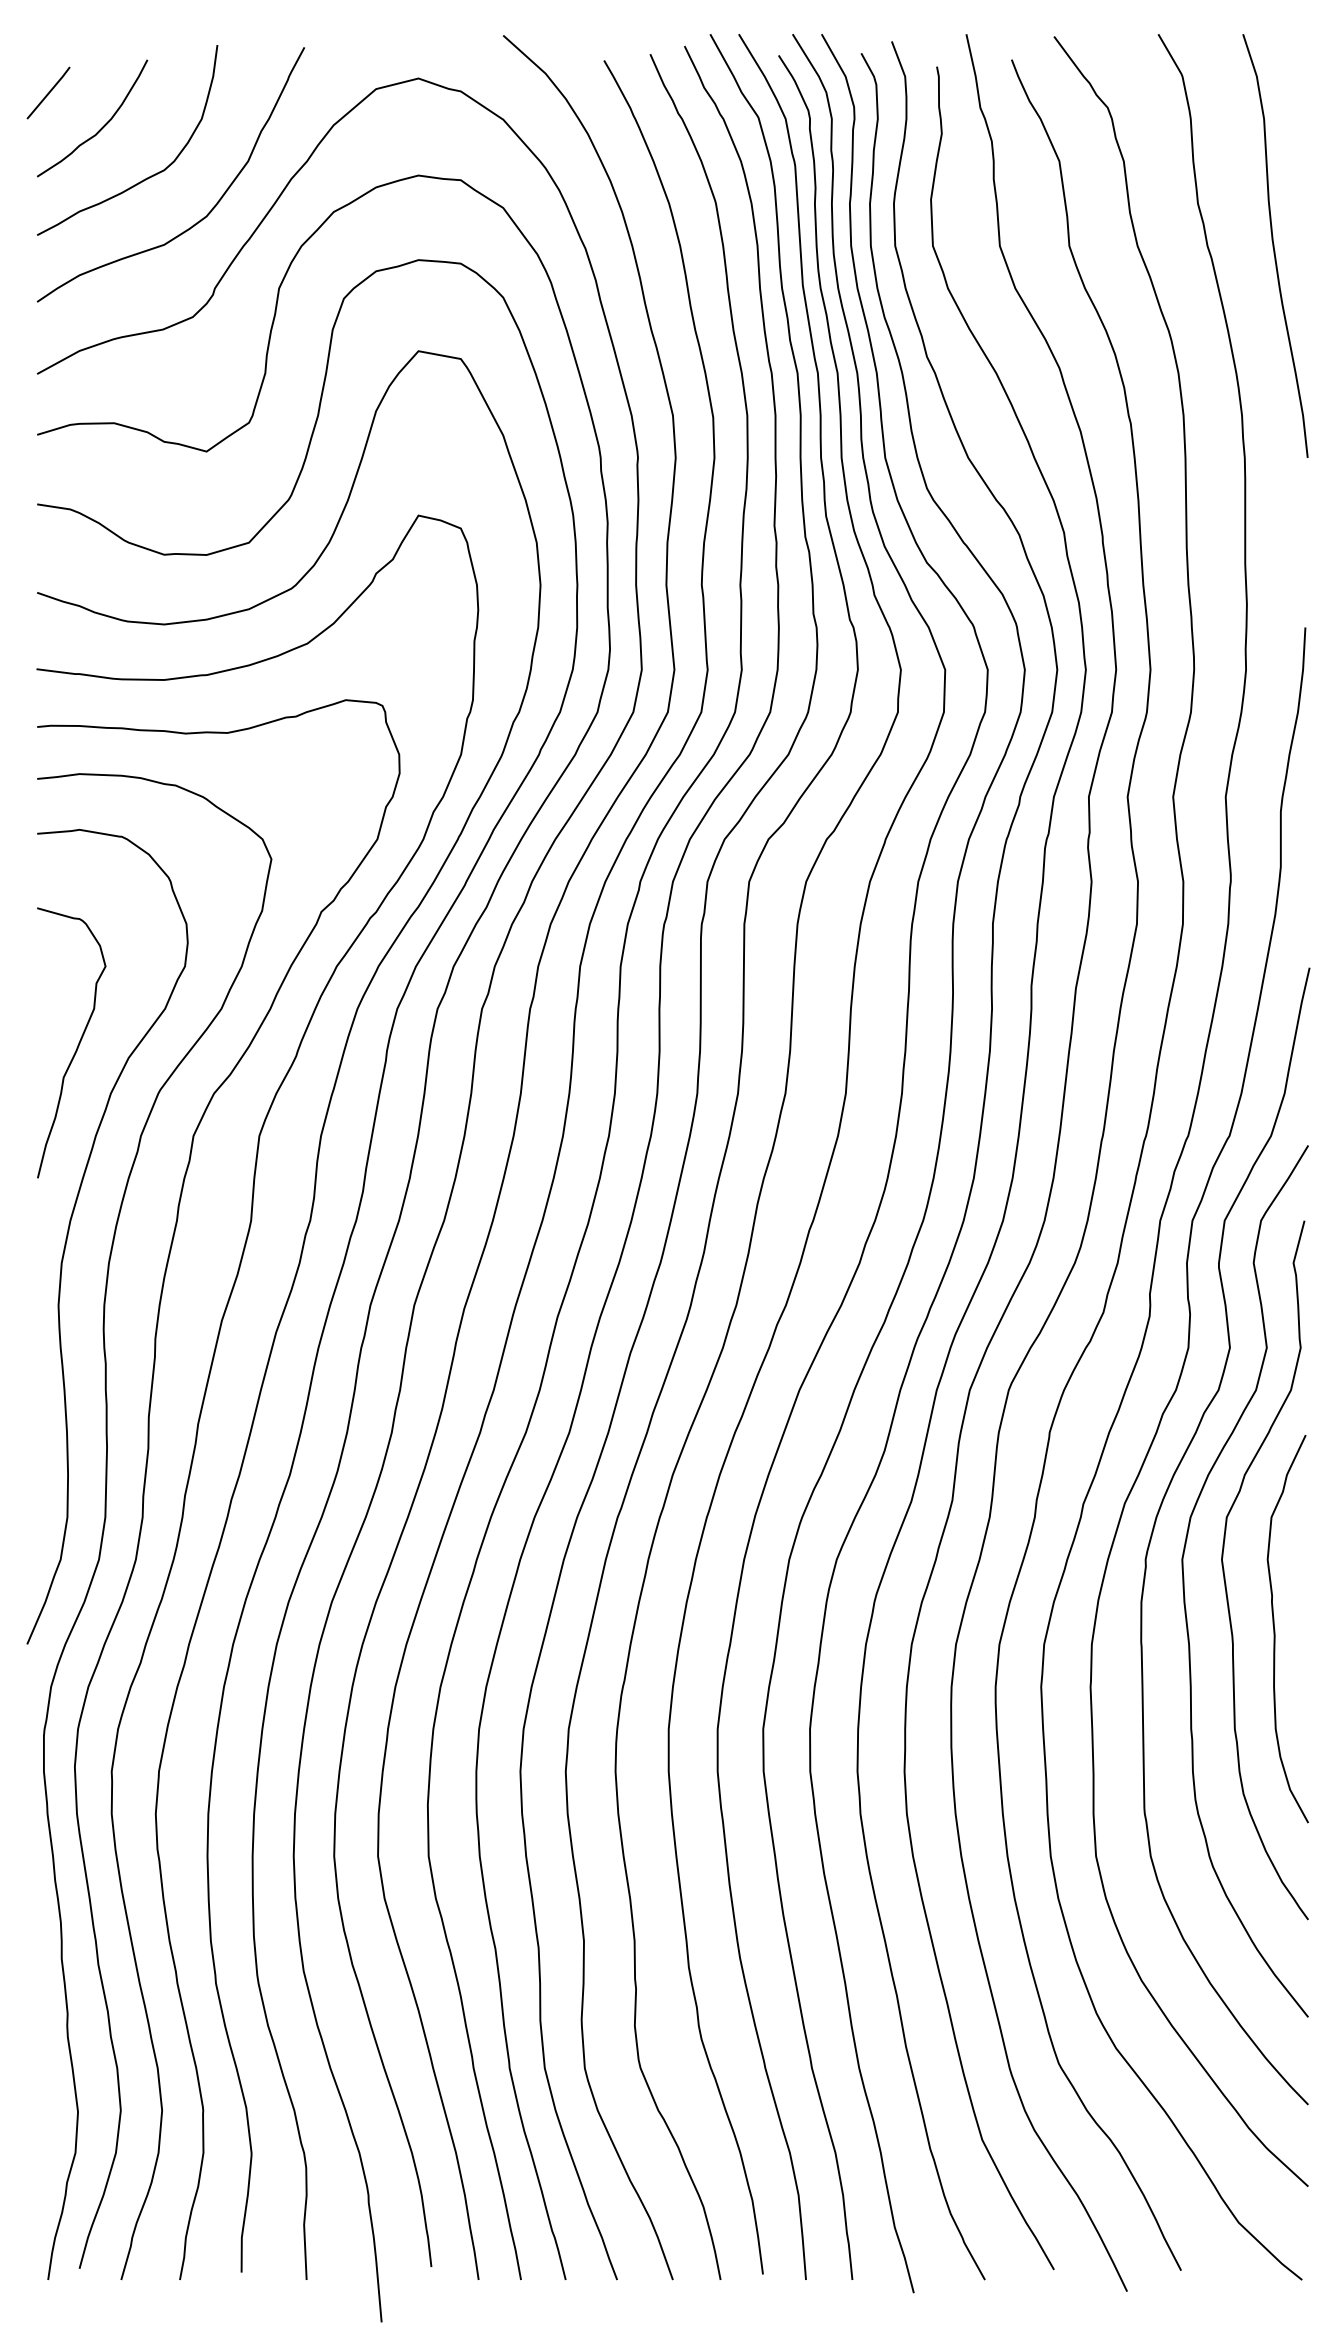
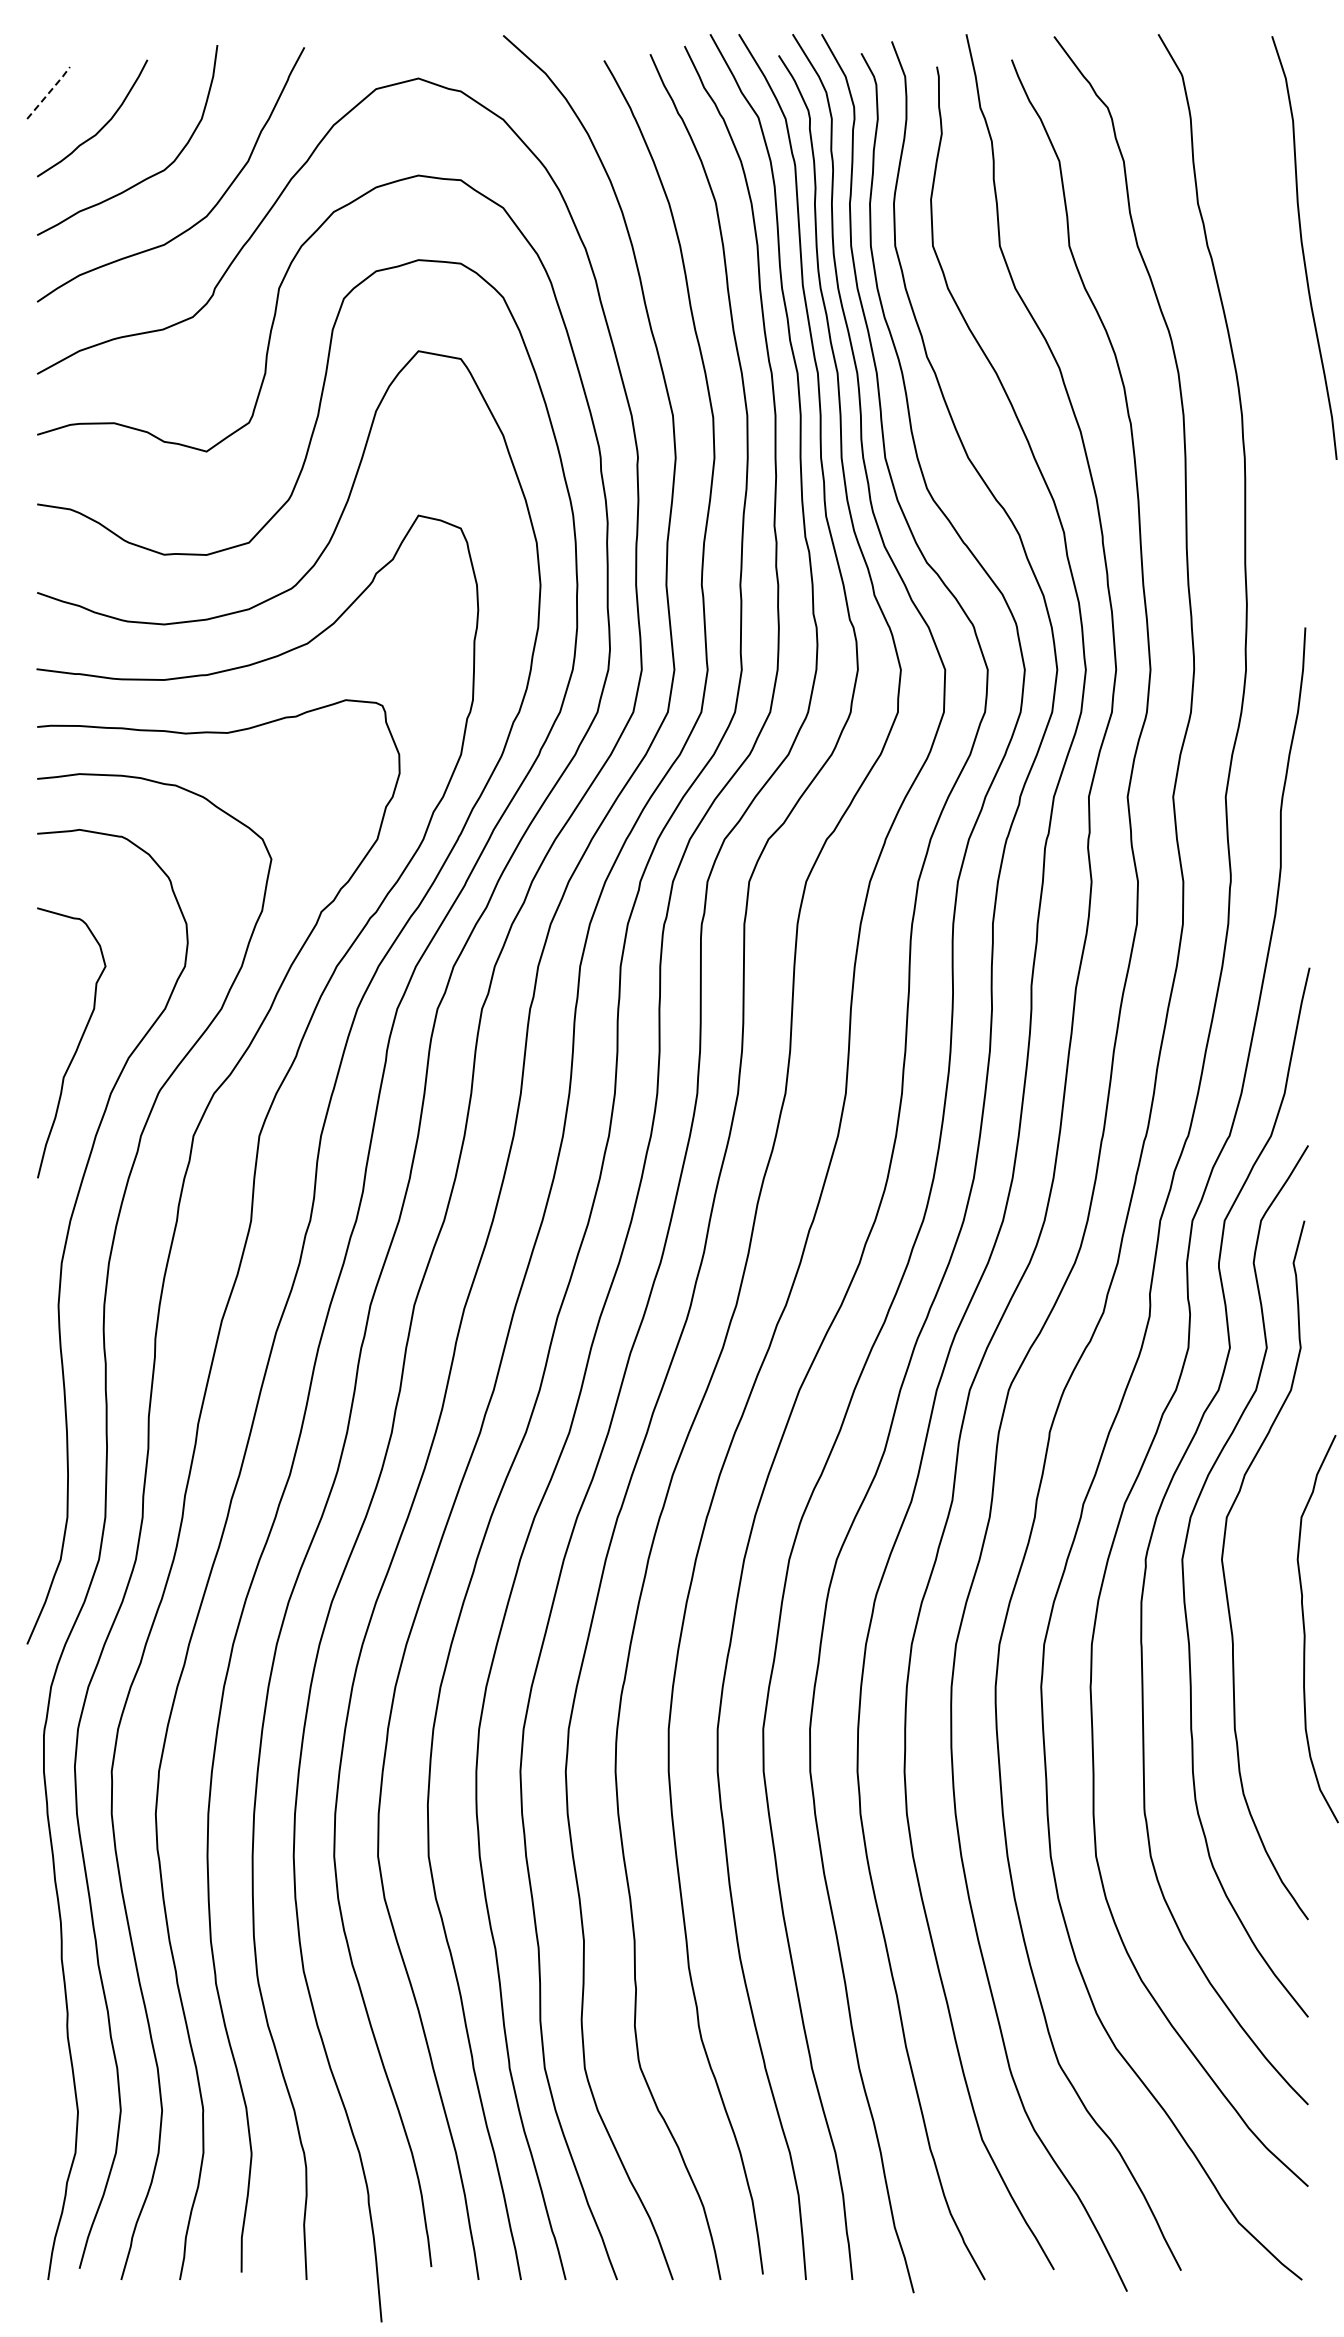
line at (49, 92): solid -> dashed
curve at (1274, 245) position: (1274, 245) -> (1303, 247)
curve at (1275, 1629) position: (1275, 1629) -> (1305, 1629)
